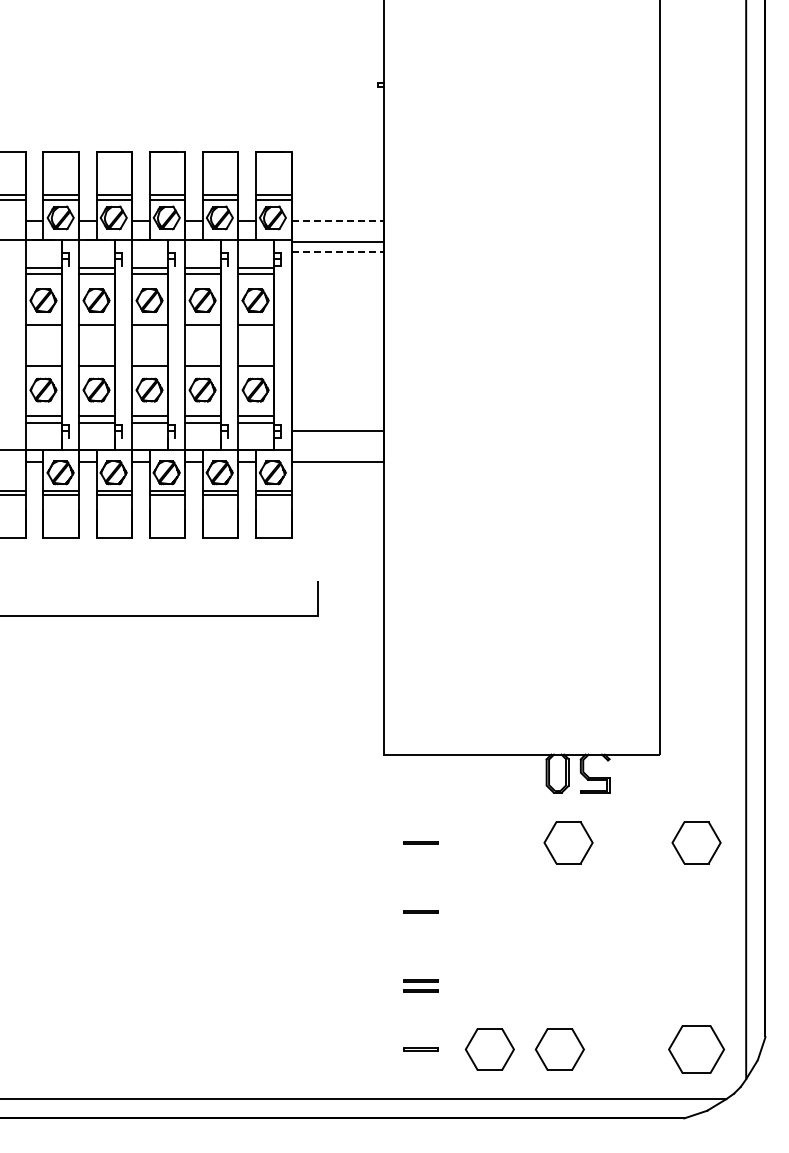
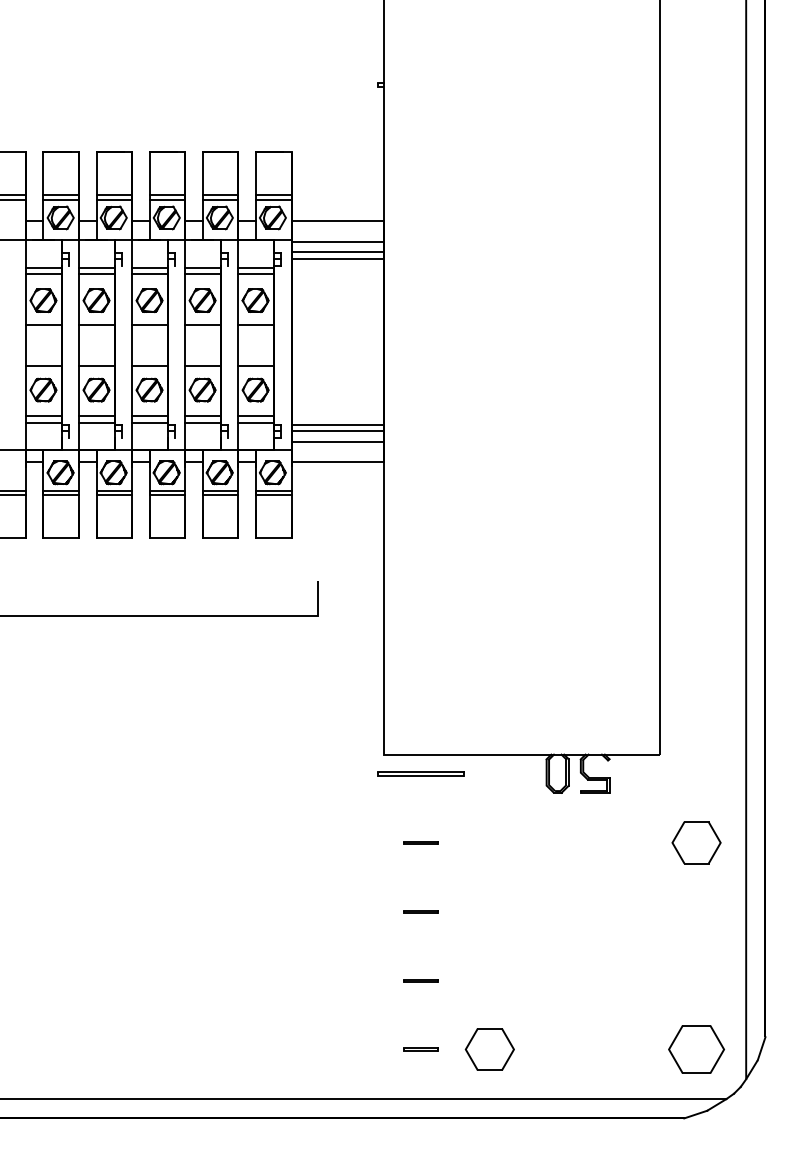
line at (338, 221): dashed -> solid
line at (338, 252): dashed -> solid
line at (337, 259): none -> present
line at (337, 424): none -> present
line at (337, 441): none -> present
part at (420, 773): none -> present
part at (568, 842): present -> none
line at (420, 990): present -> none
part at (559, 1049): present -> none
